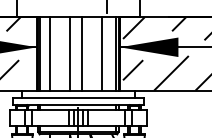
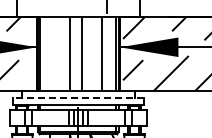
line at (50, 53): present -> none
line at (78, 97): solid -> dashed
